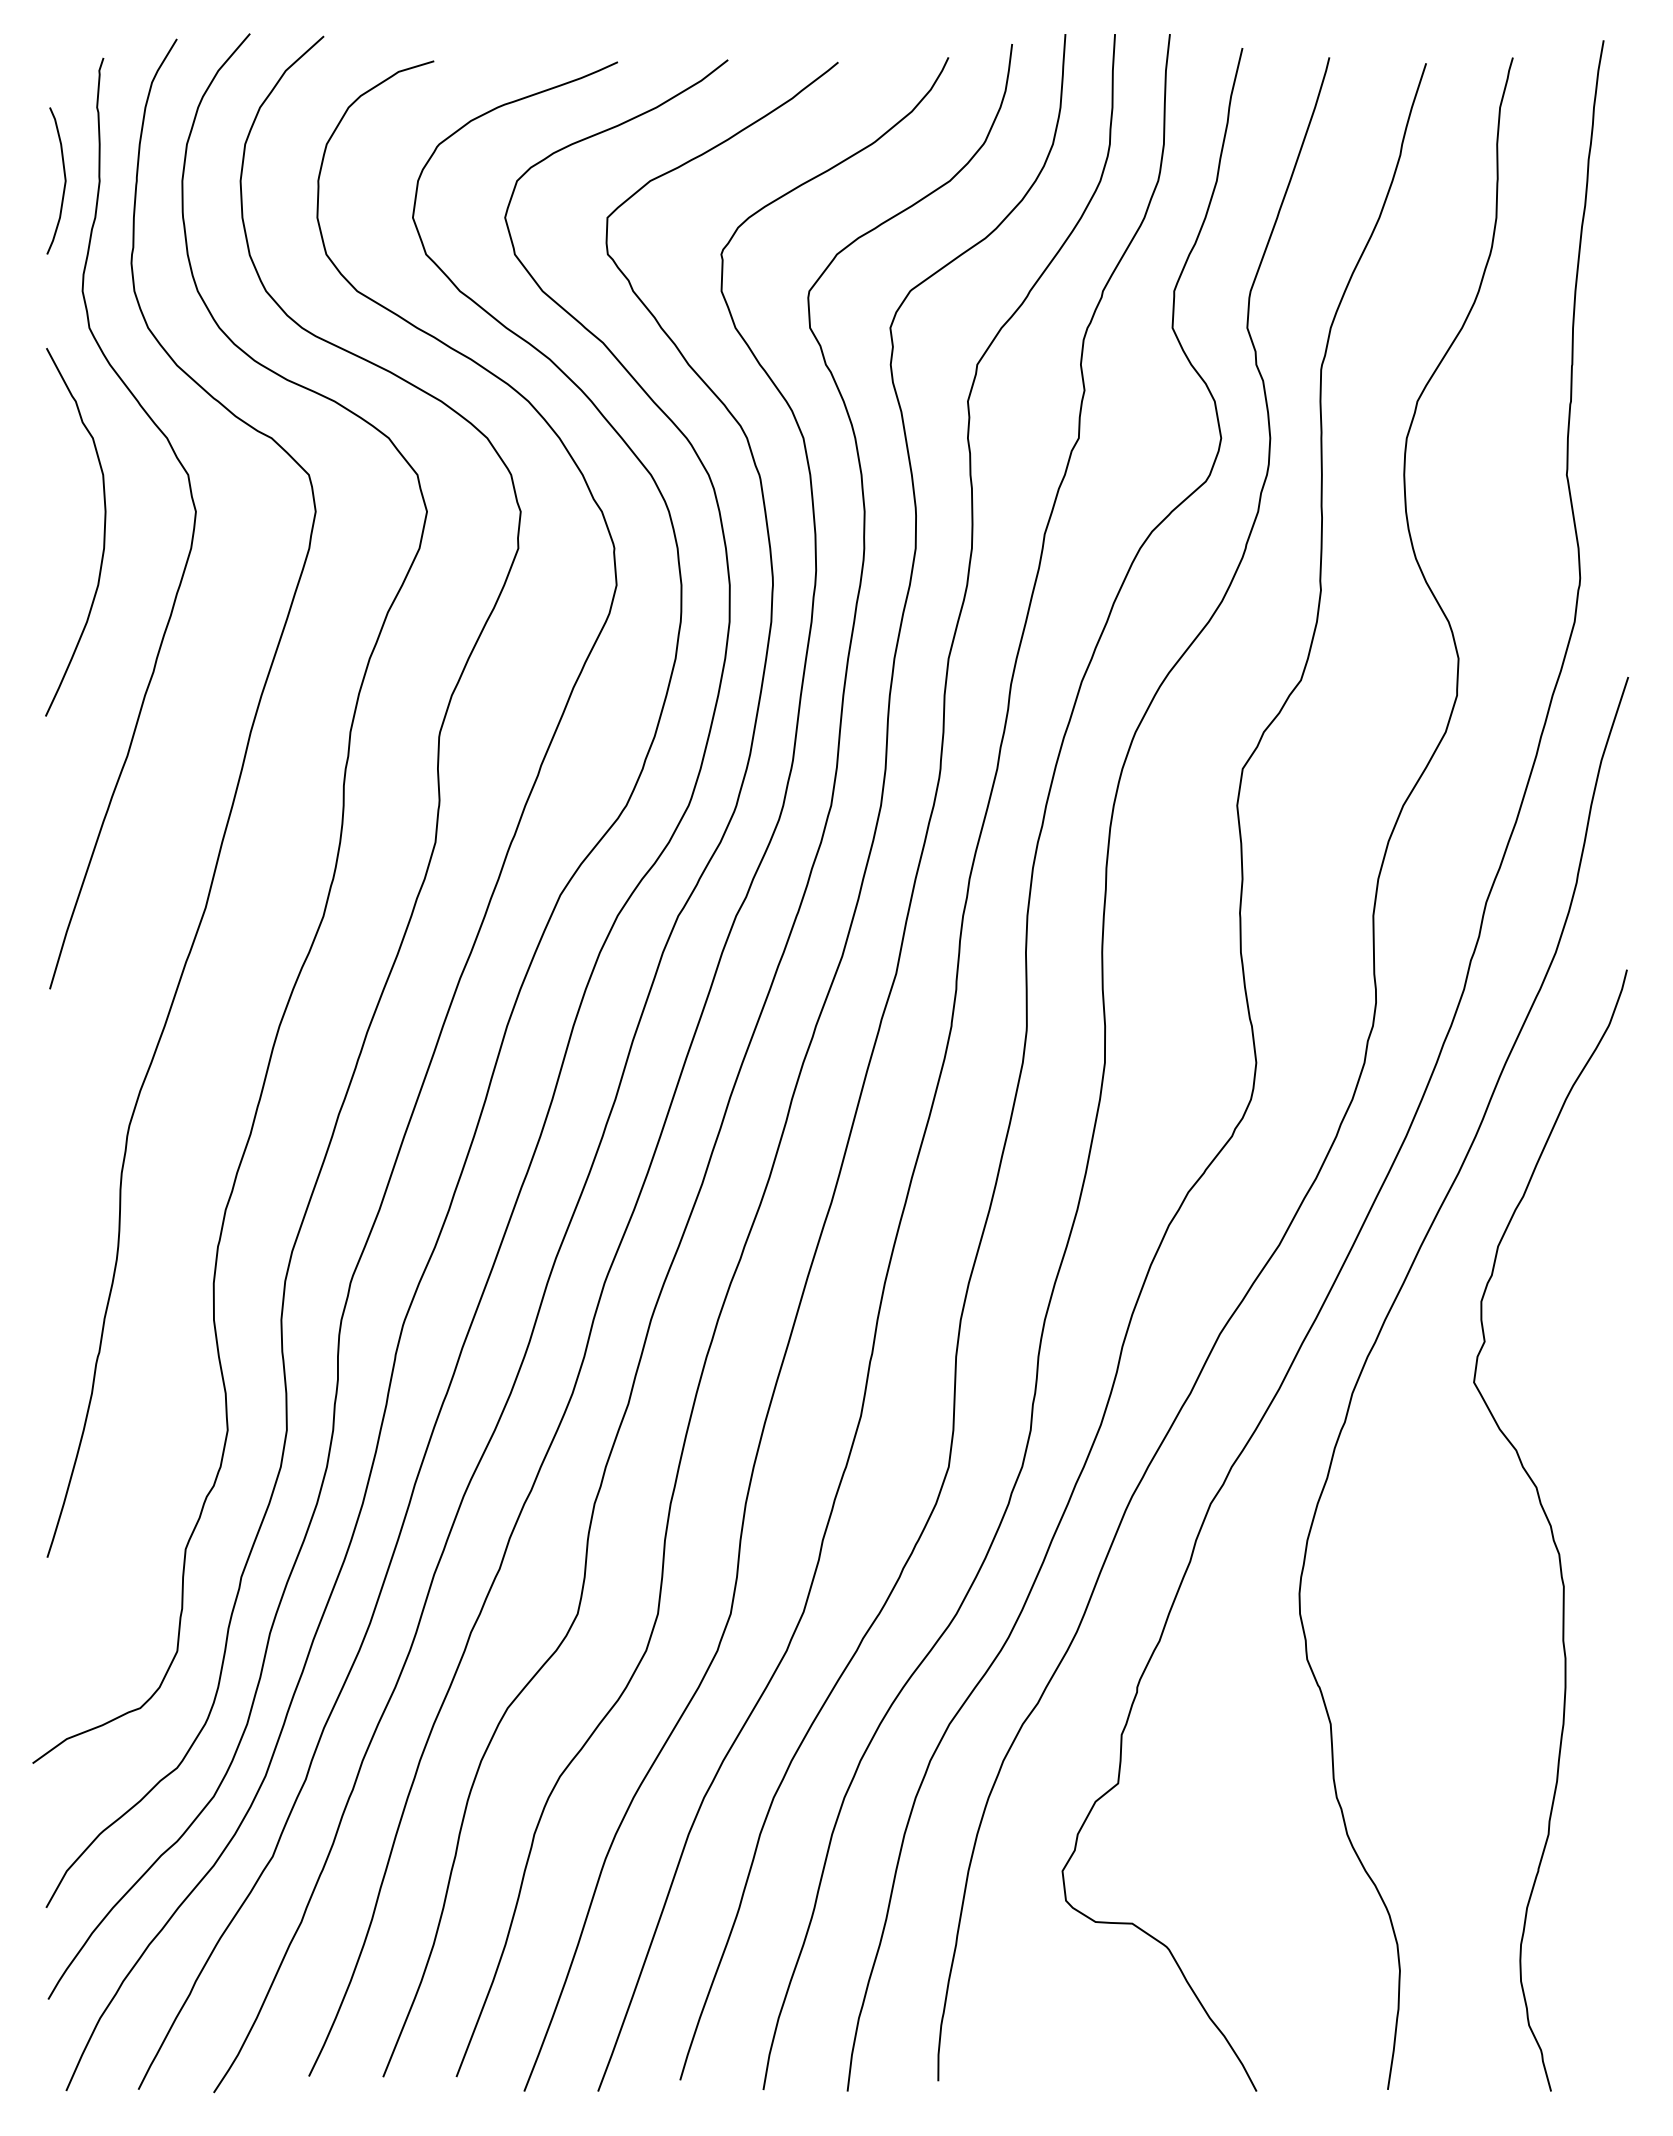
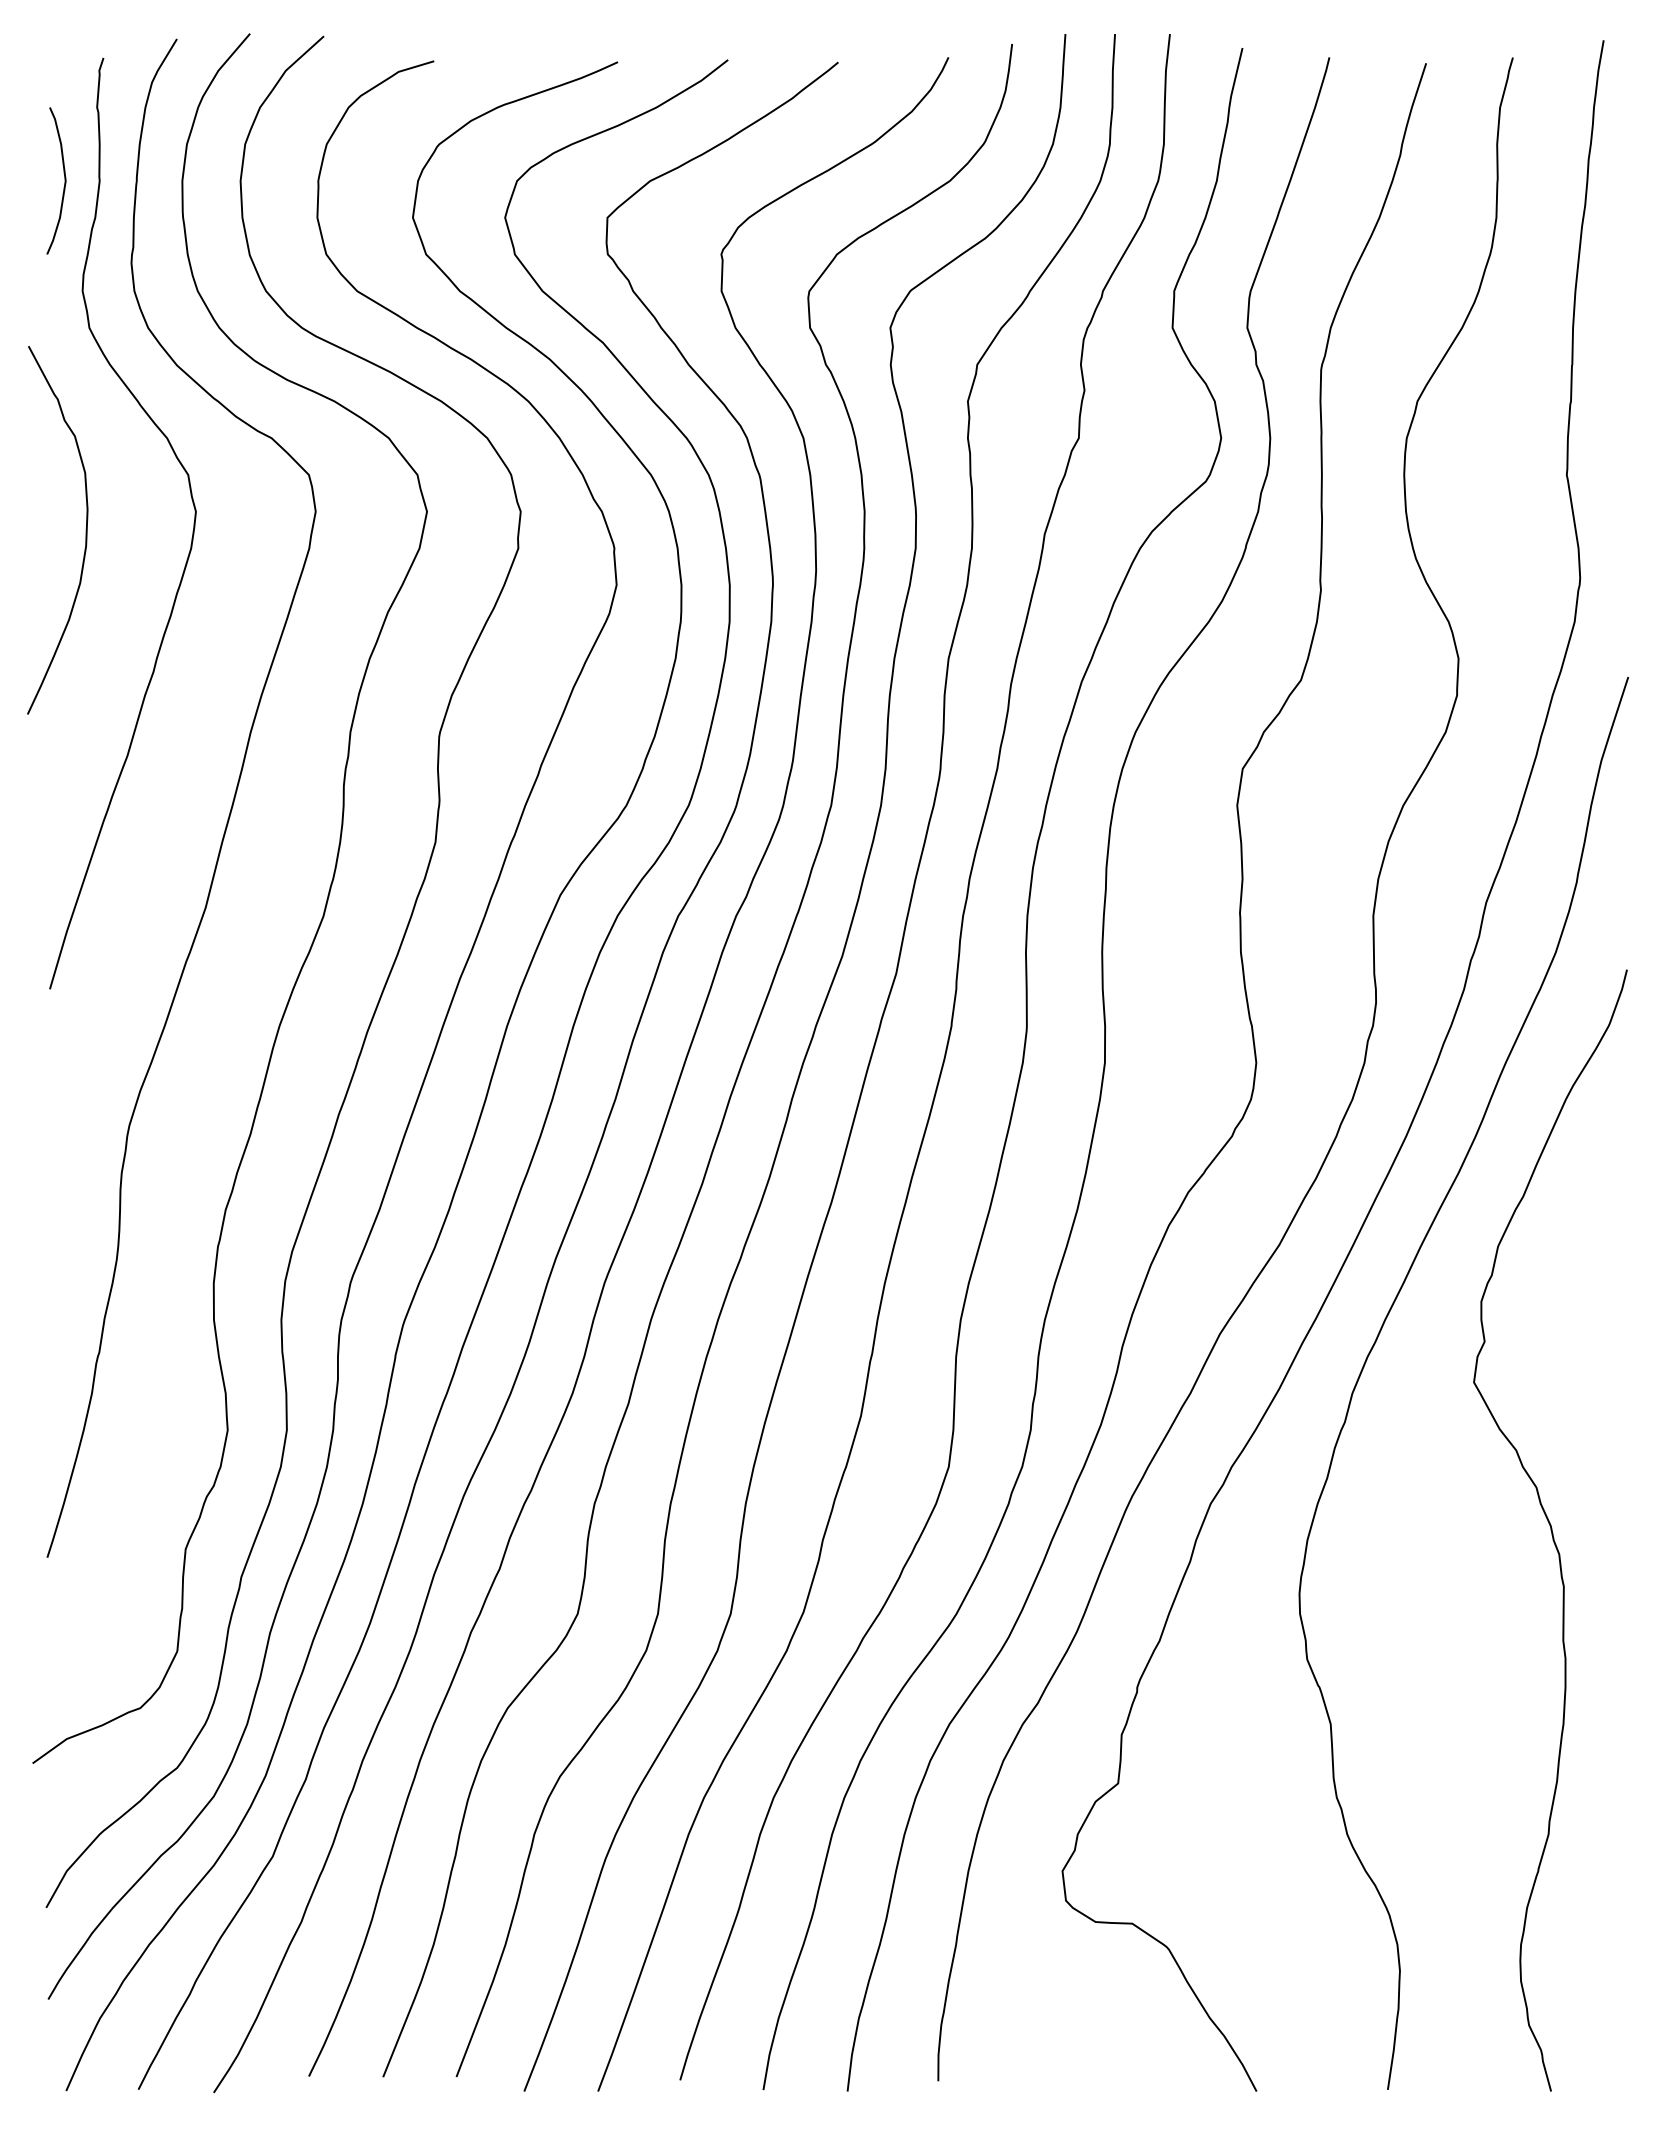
curve at (103, 532) position: (103, 532) -> (85, 530)
